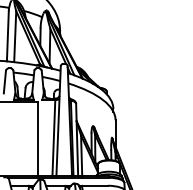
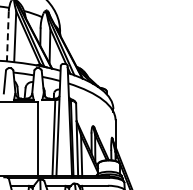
line at (7, 36): solid -> dashed
